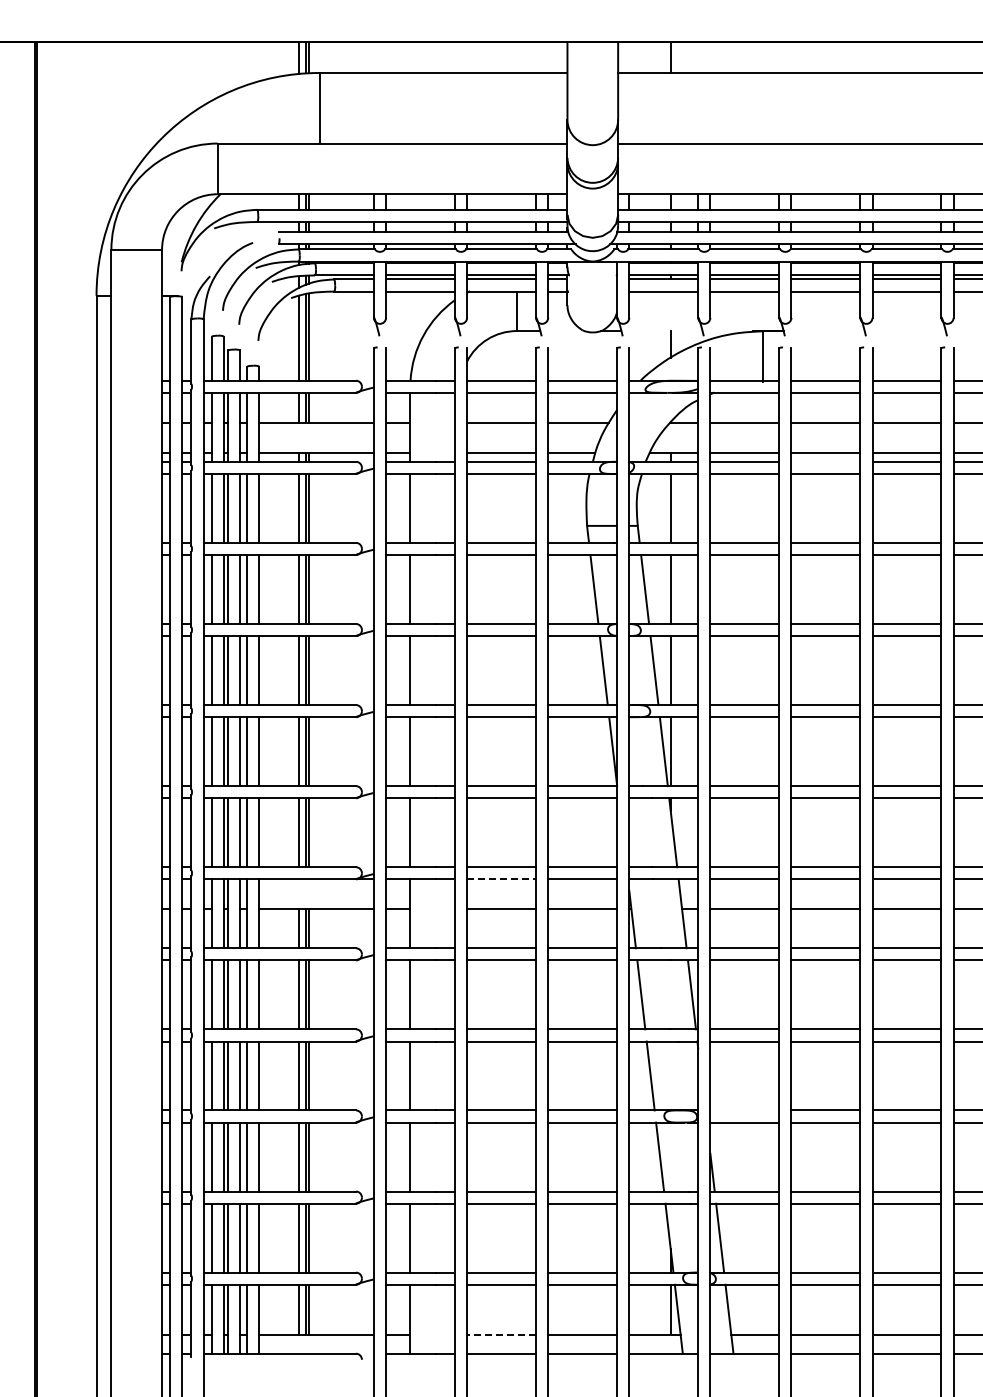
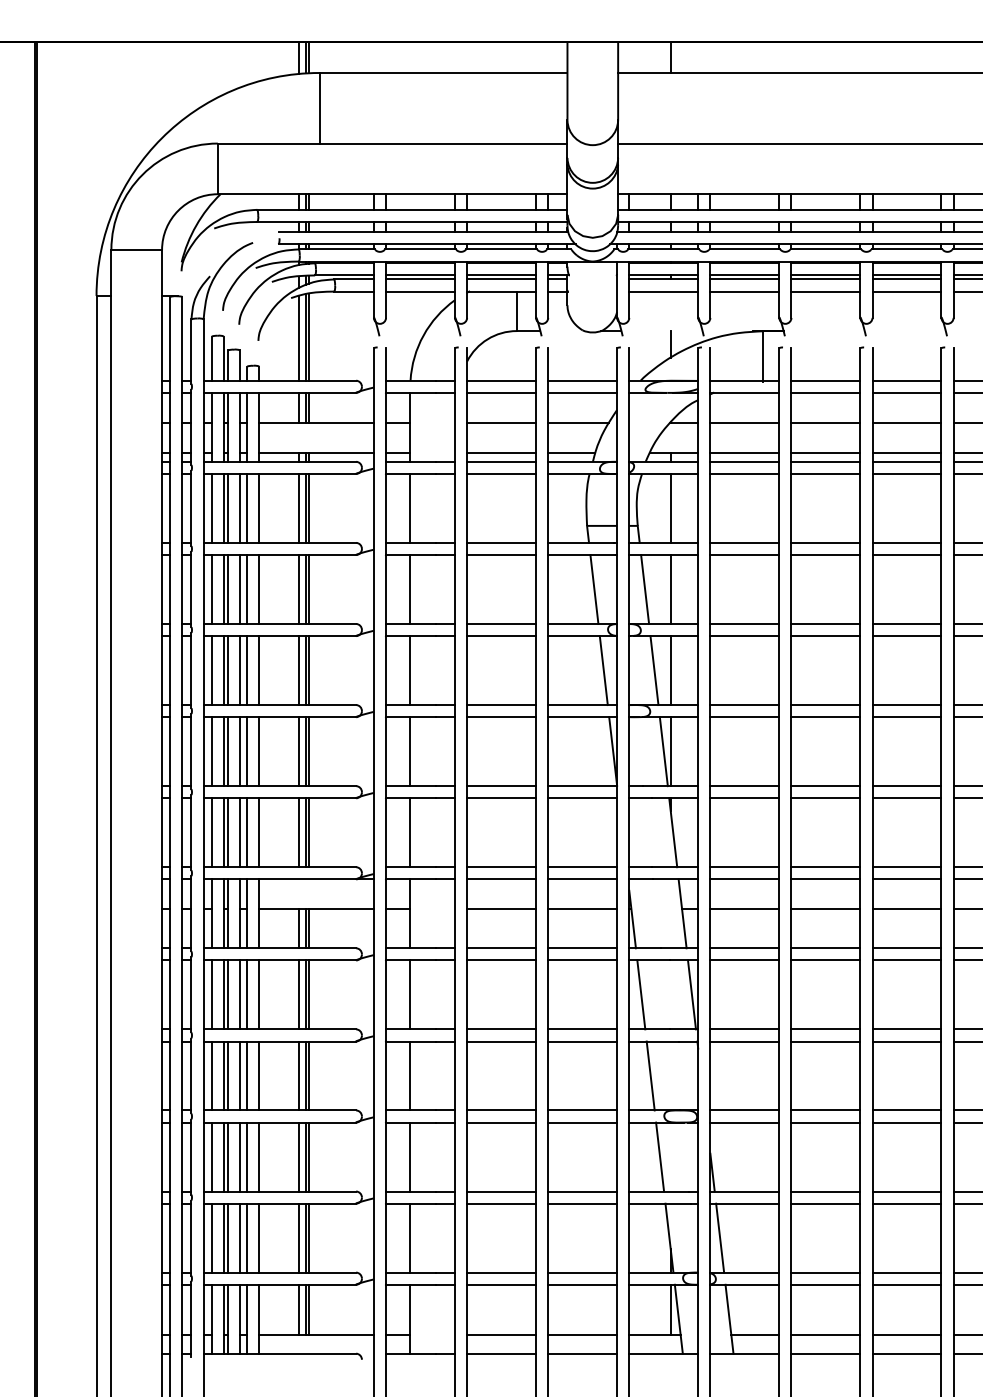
line at (825, 461): none -> present
line at (502, 879): dashed -> solid
line at (744, 1110): none -> present
line at (501, 1334): dashed -> solid
